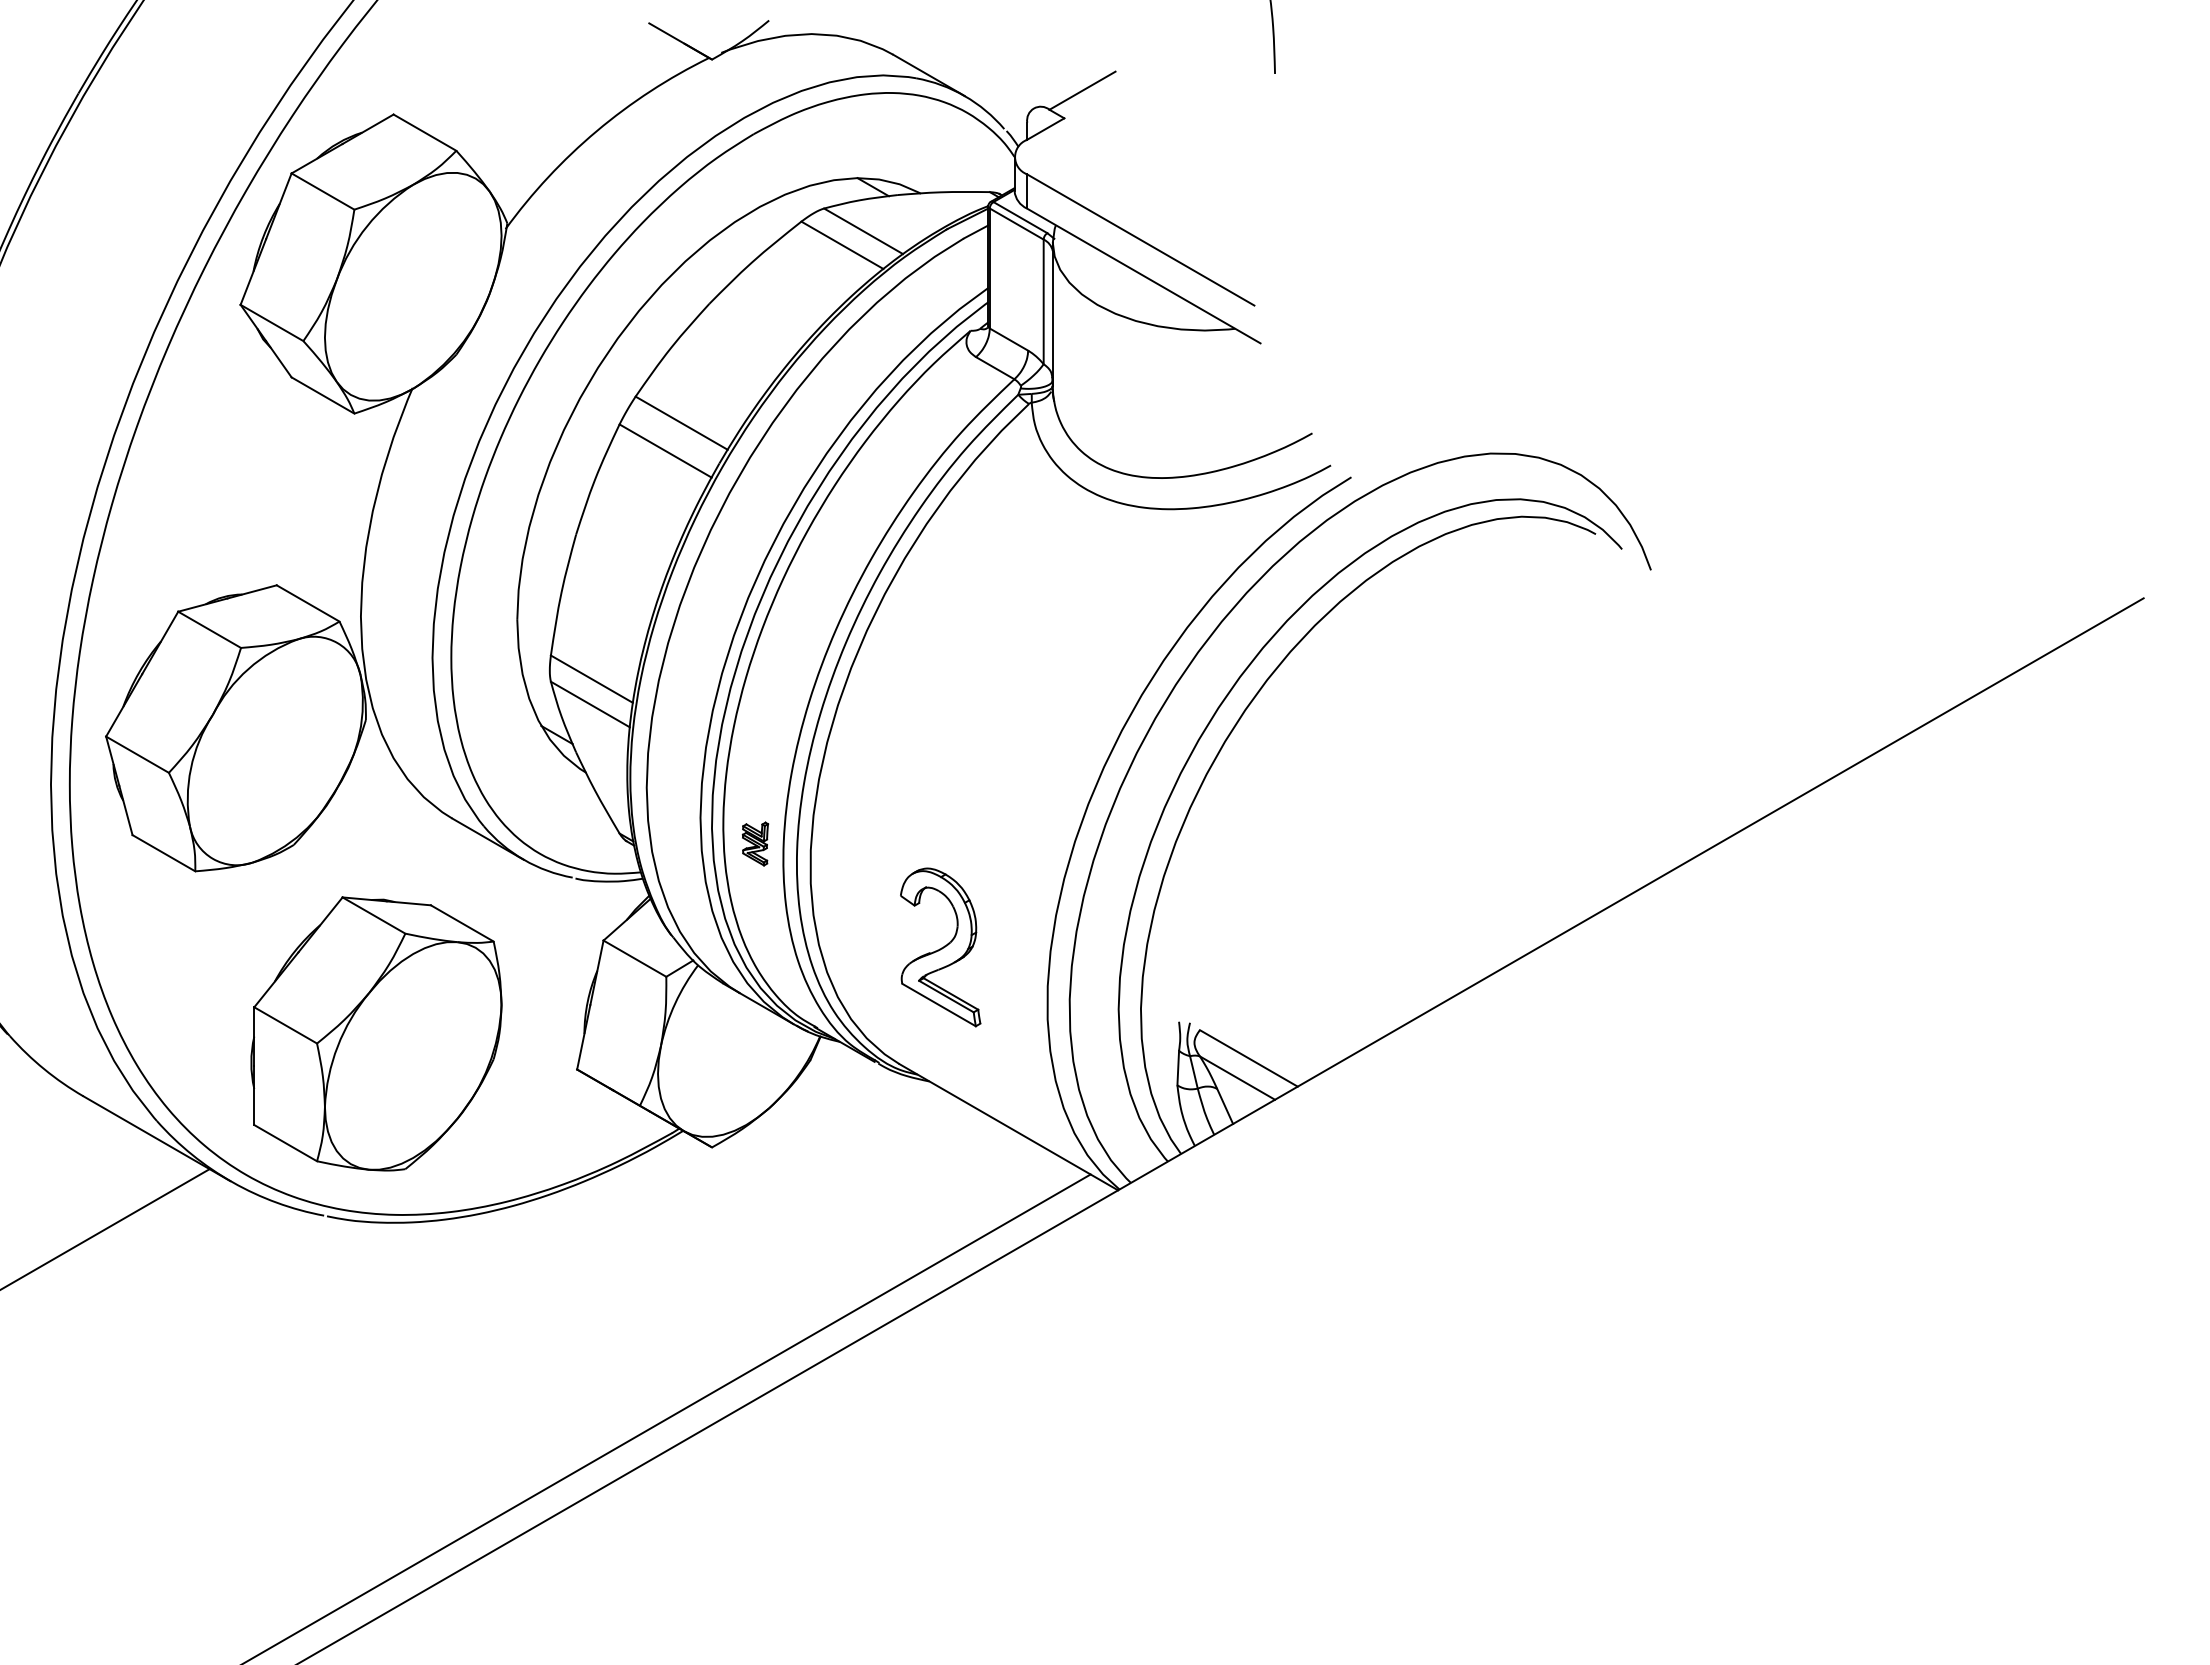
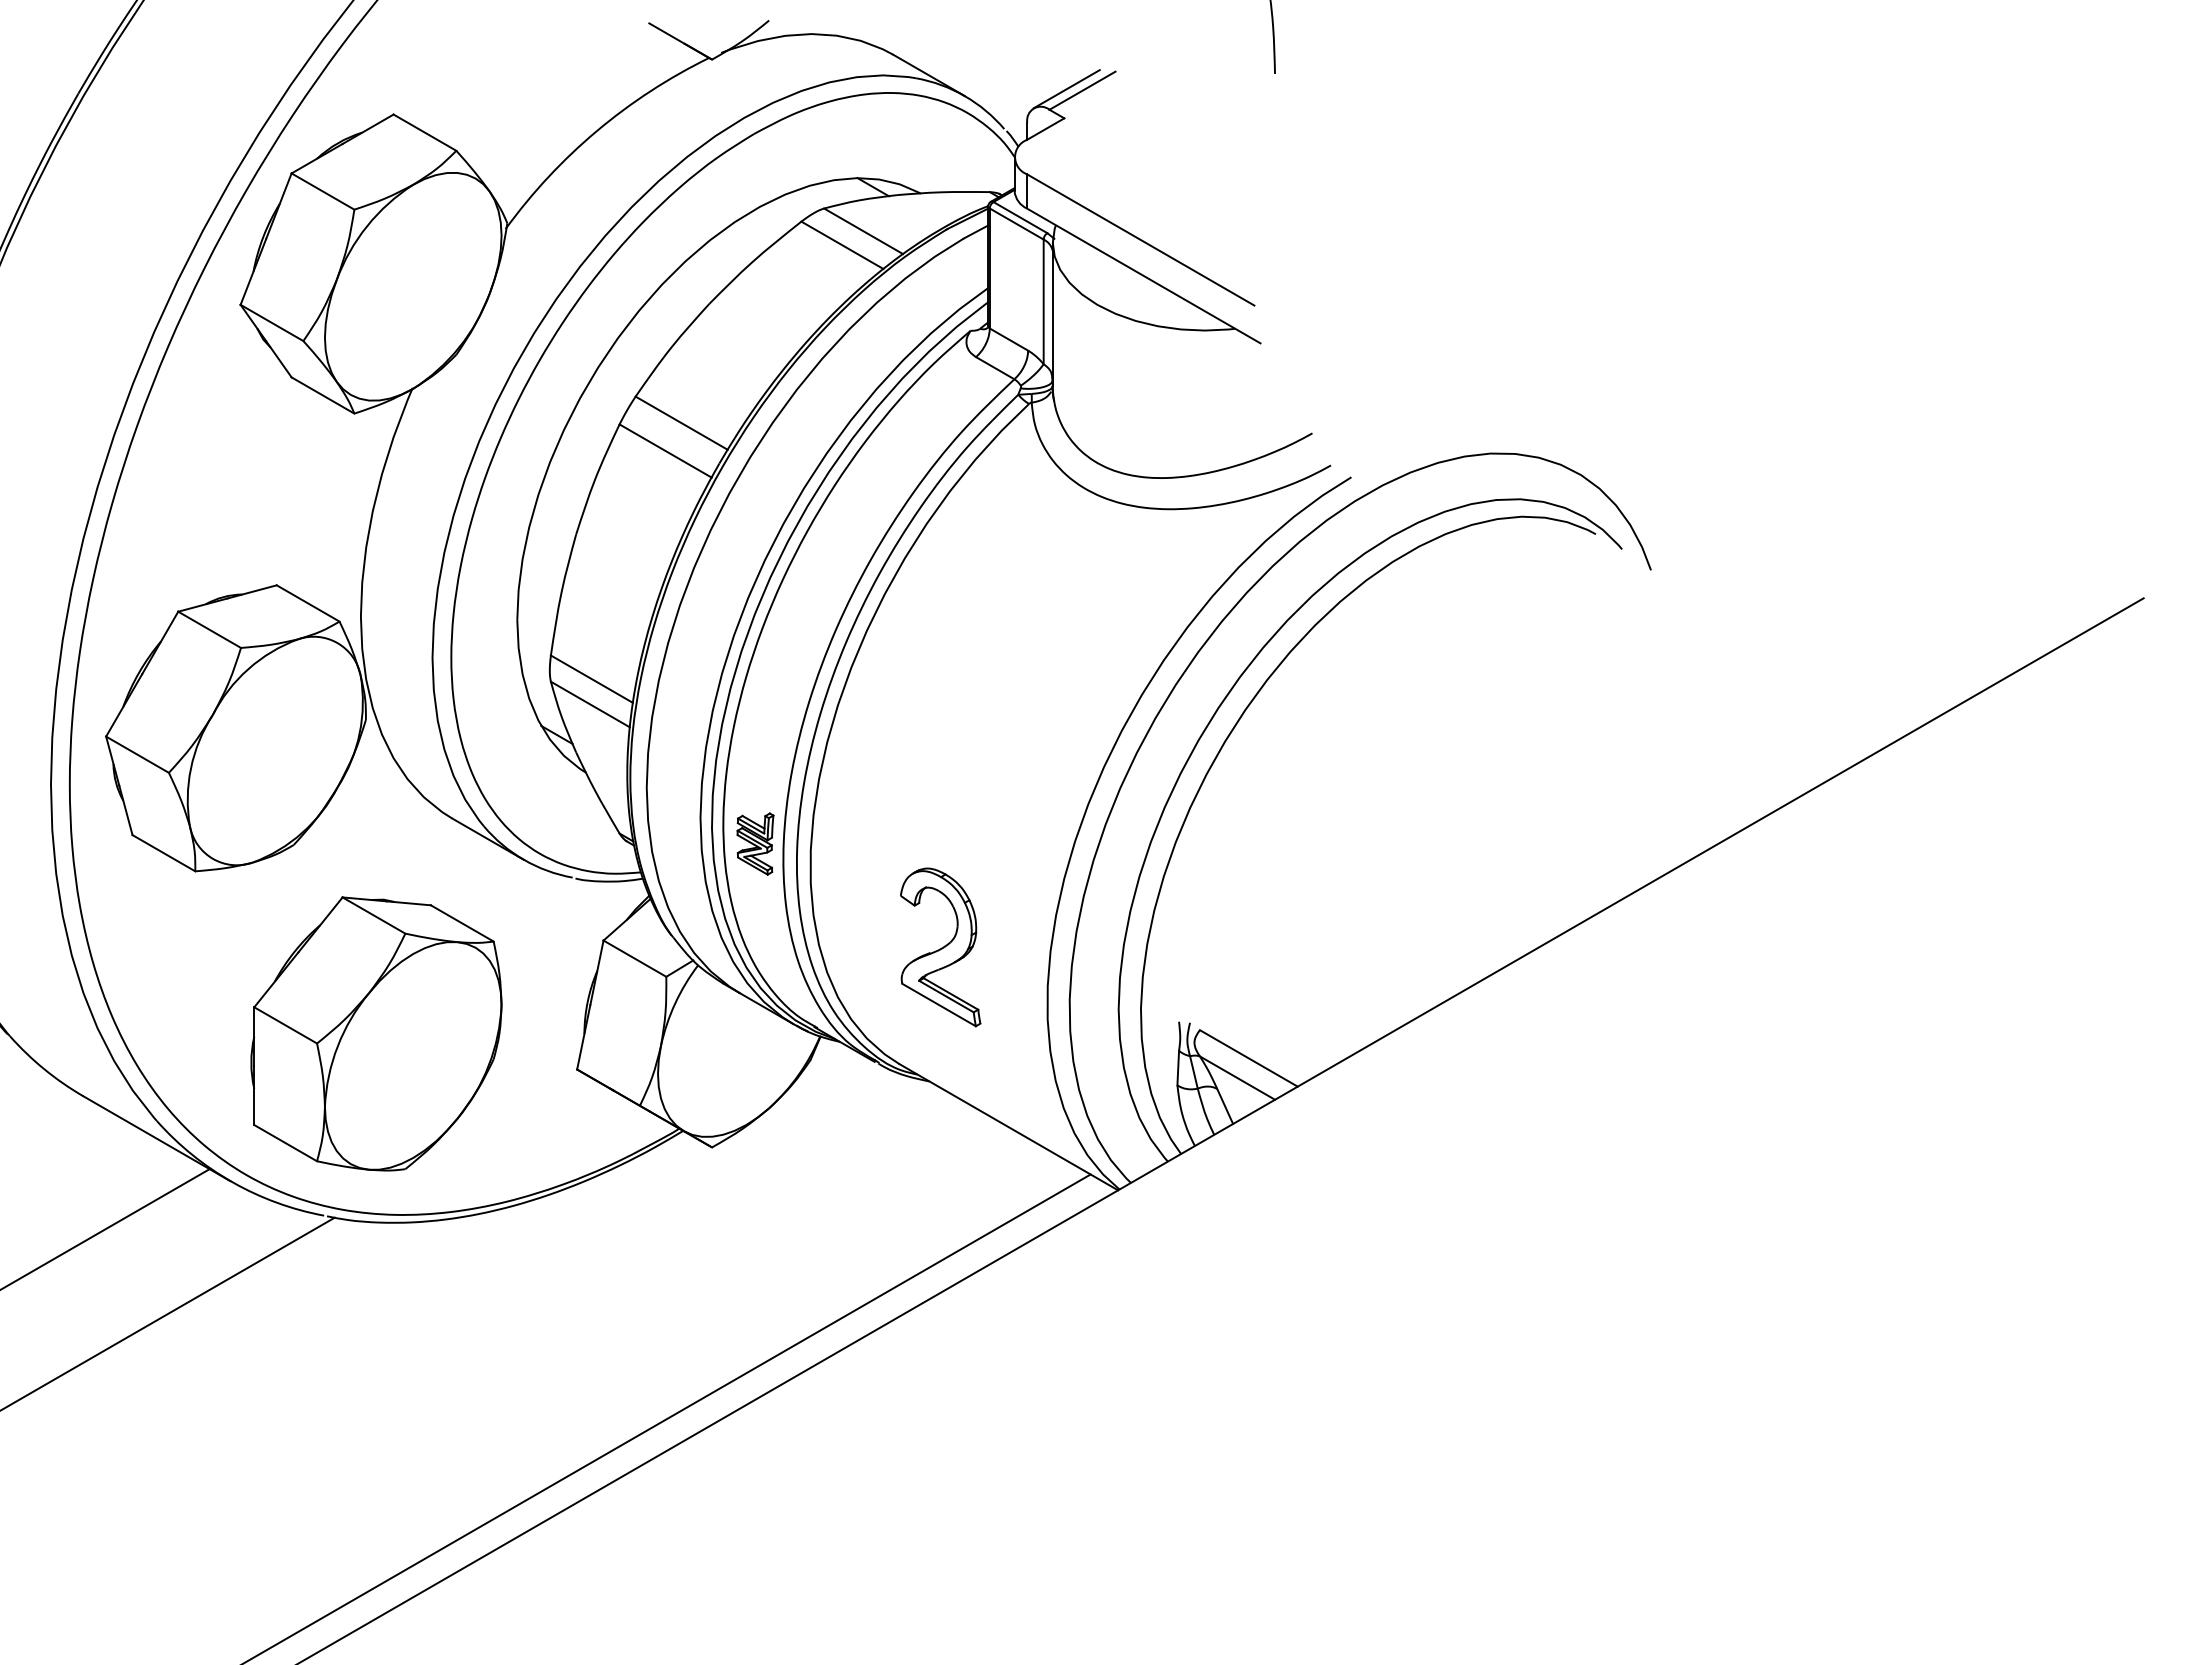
line at (1066, 89): none -> present
part at (755, 843) size: 29x46 px -> 39x64 px
line at (168, 1313): none -> present
